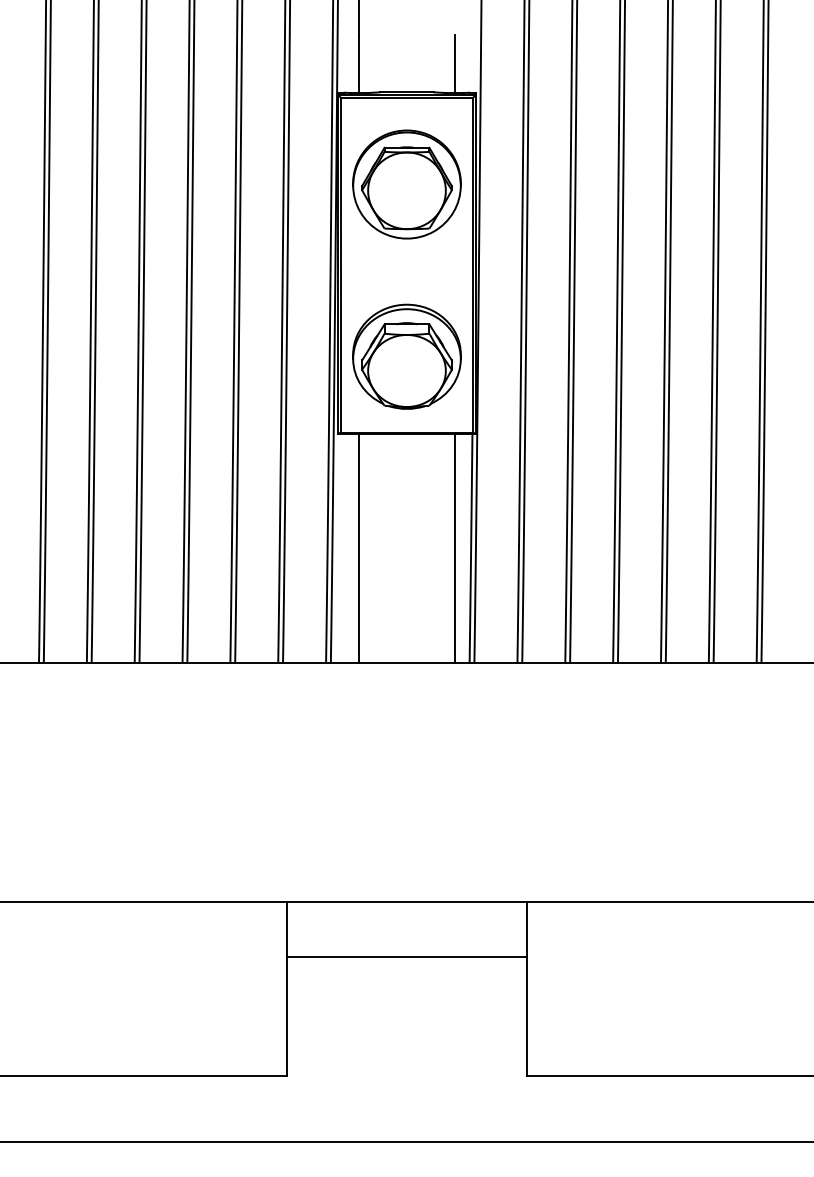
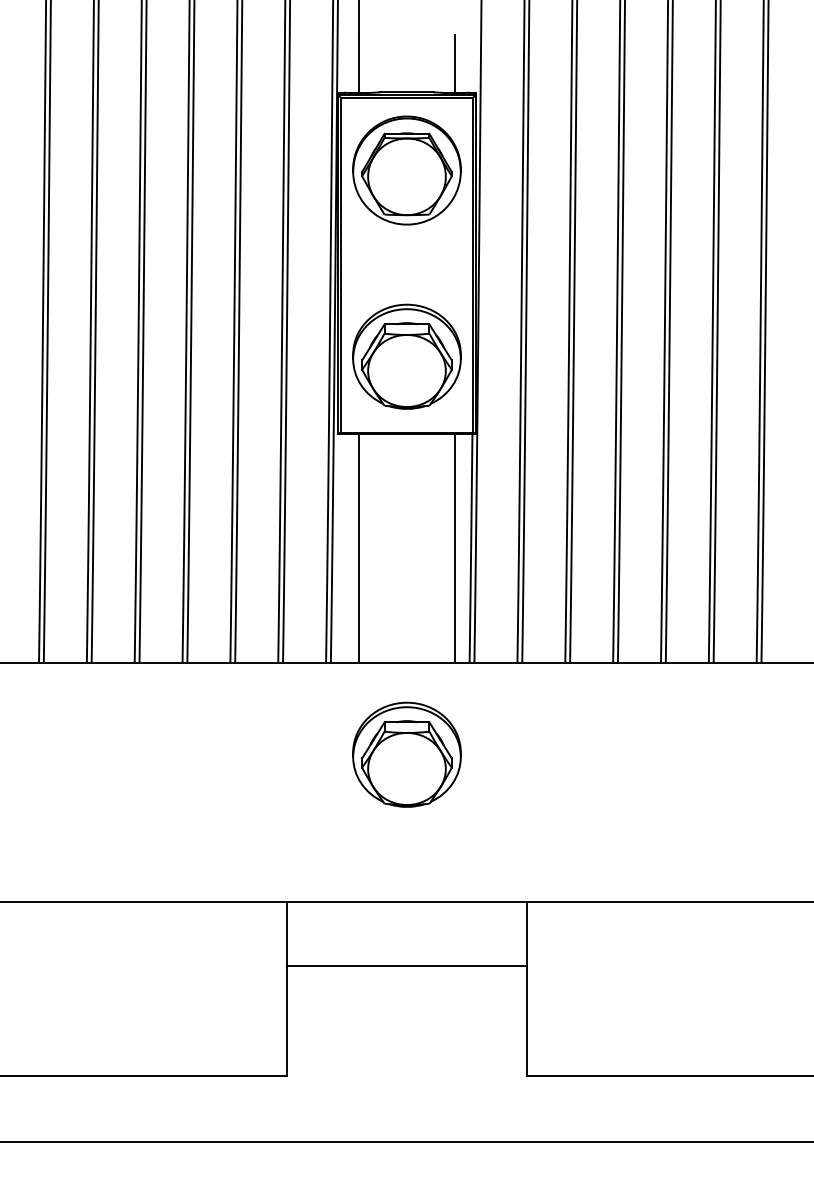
part at (406, 184) position: (406, 184) -> (406, 170)
part at (406, 754): none -> present
line at (406, 956) position: (406, 956) -> (406, 965)
